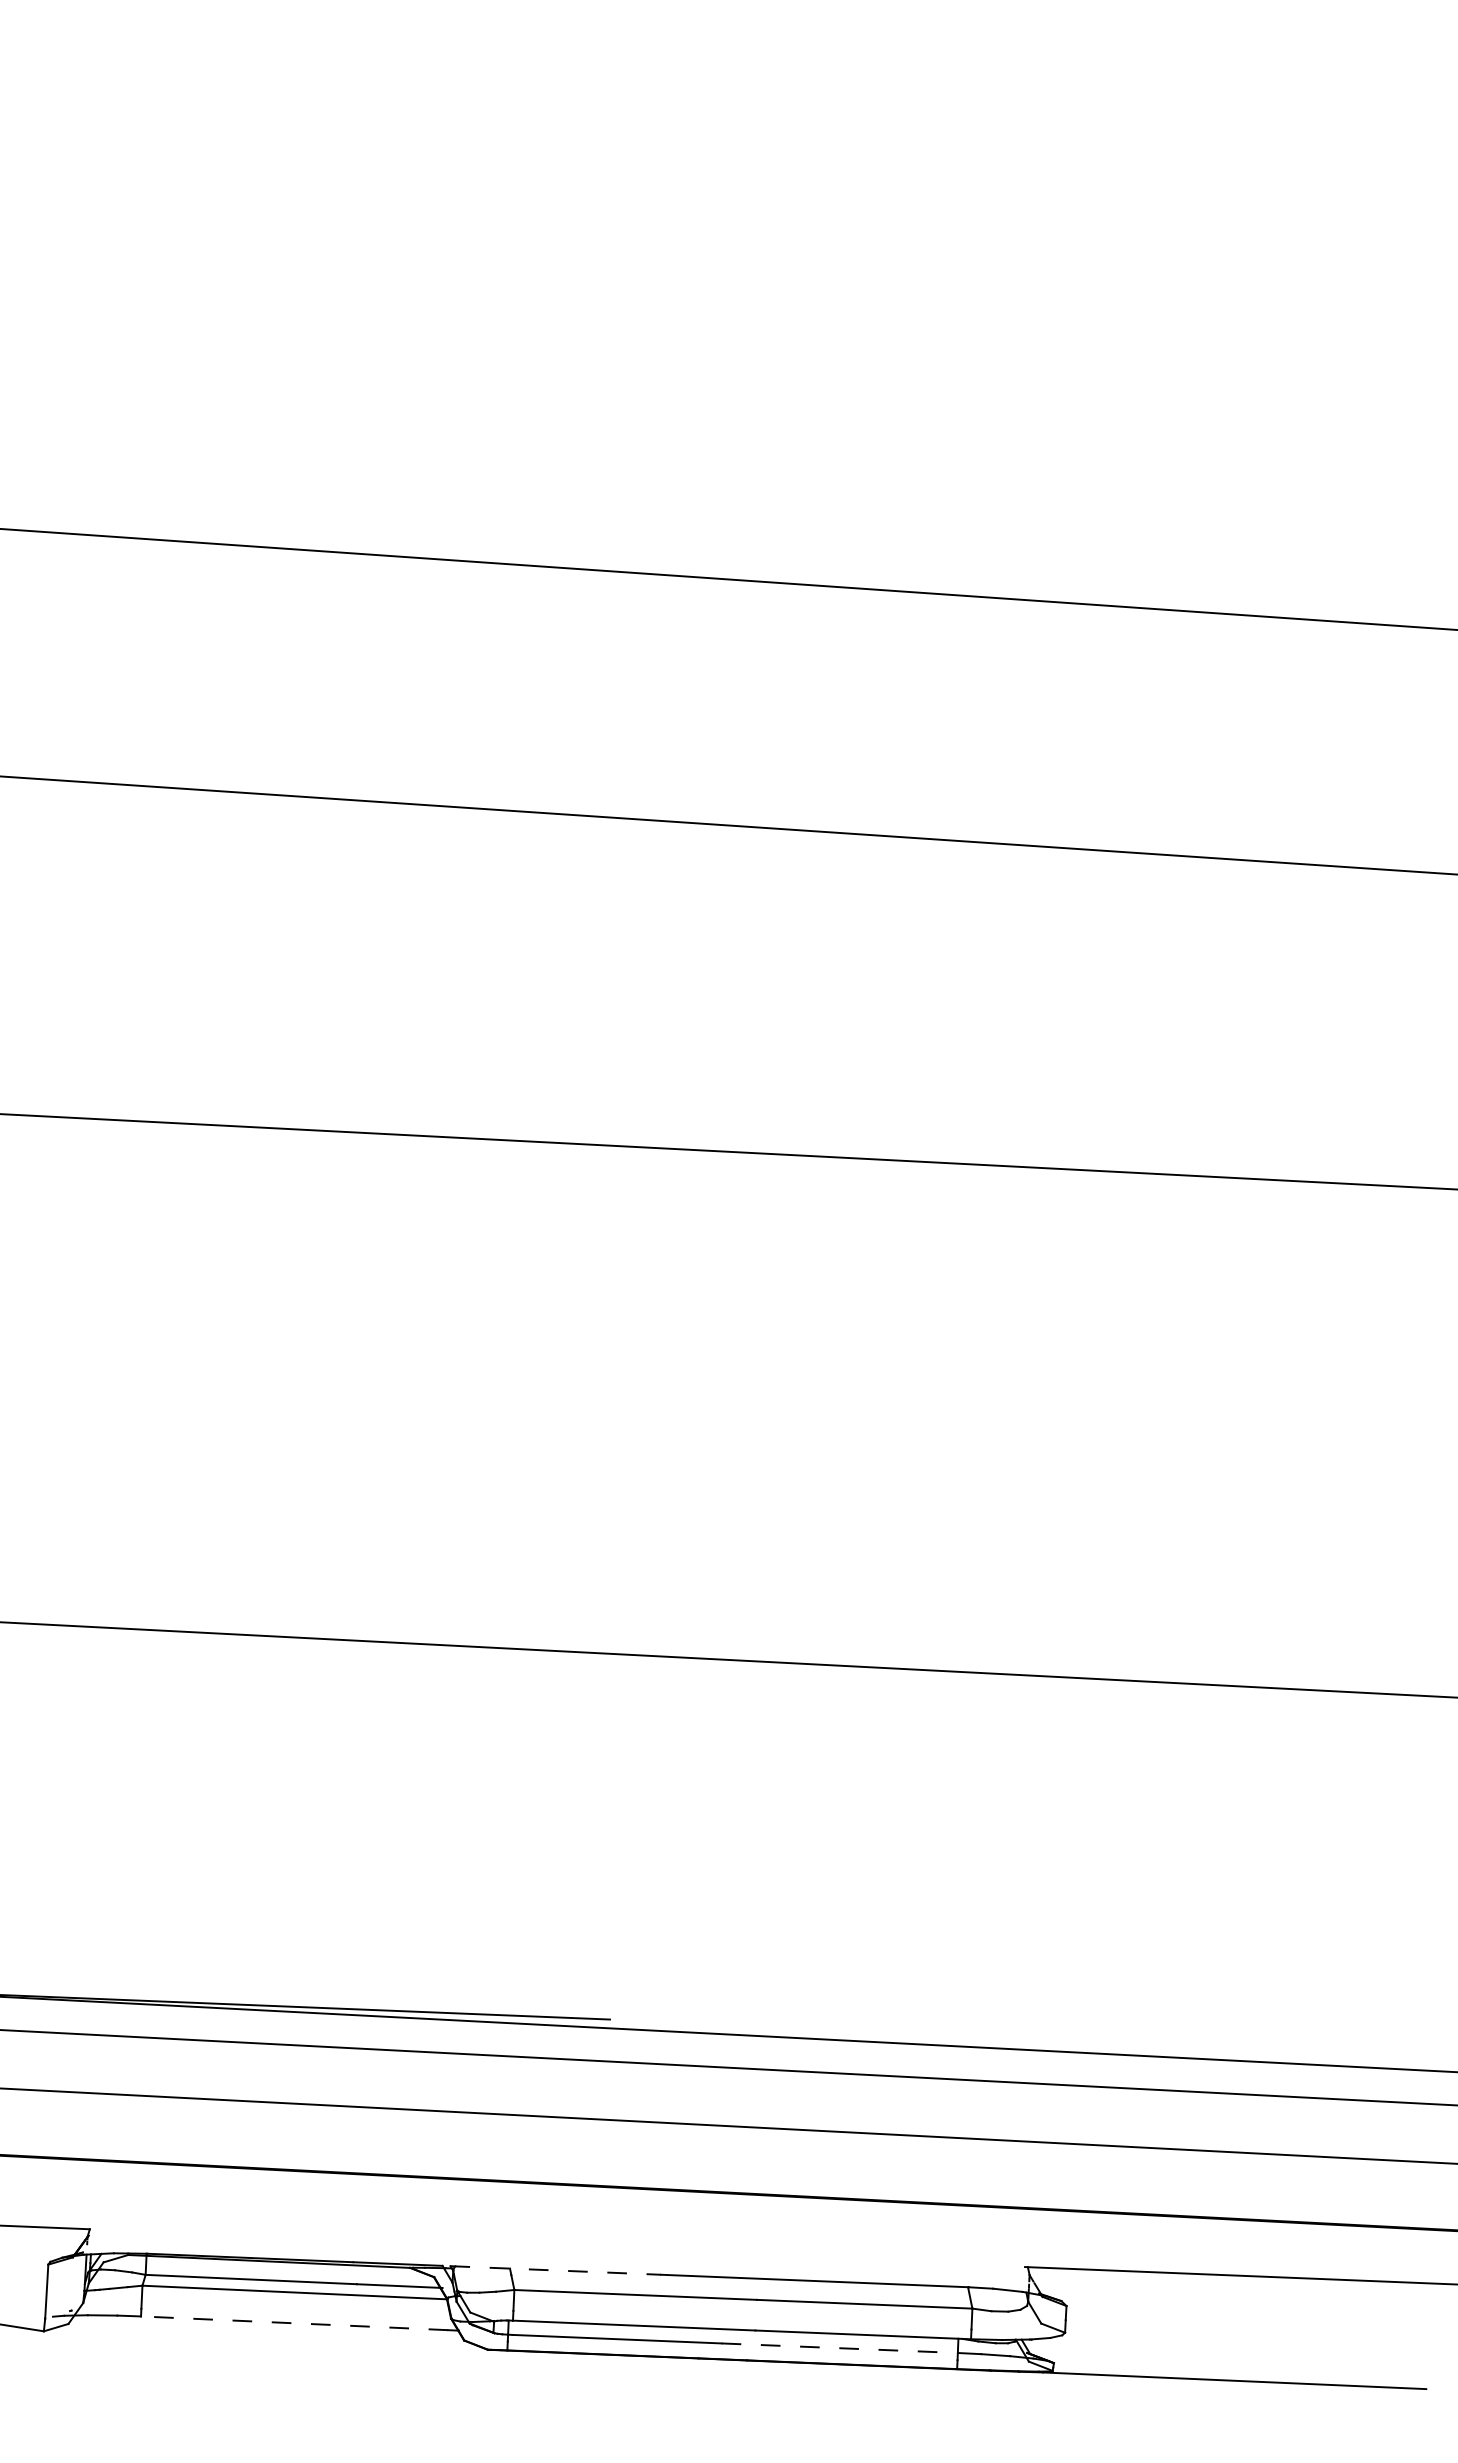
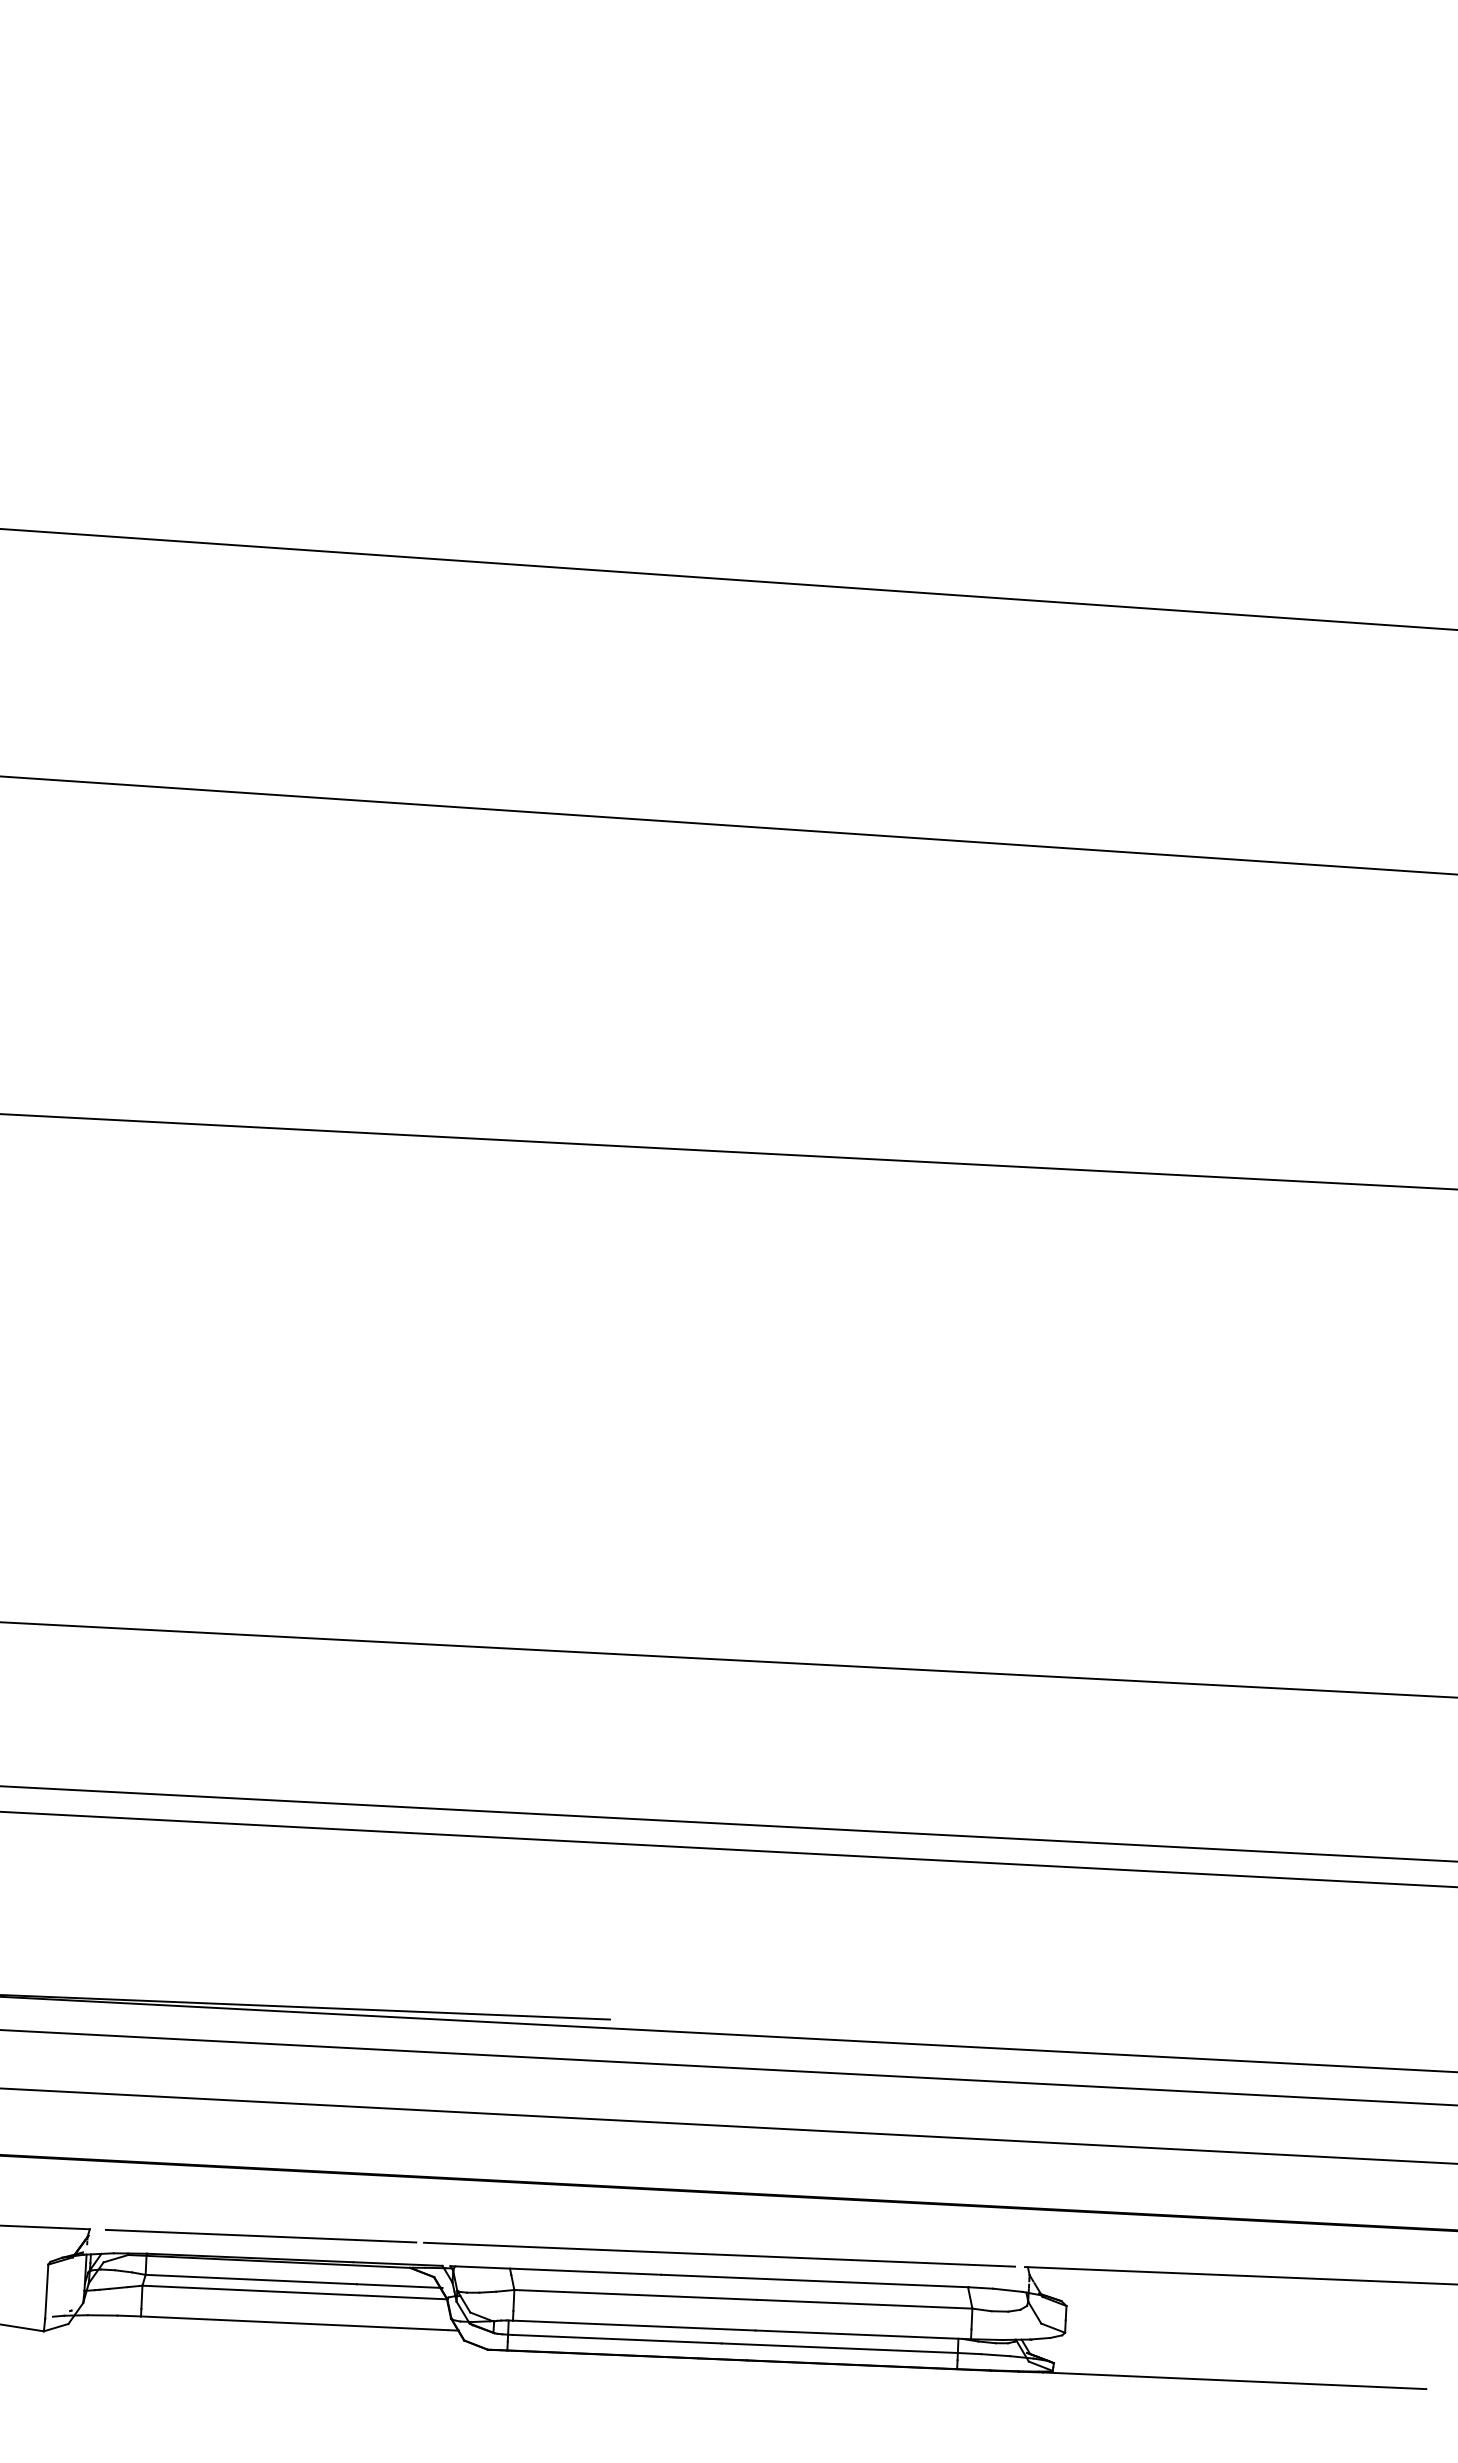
line at (728, 1823): none -> present
line at (728, 1849): none -> present
line at (260, 2235): none -> present
line at (719, 2254): none -> present
line at (556, 2270): dashed -> solid
line at (294, 2323): dashed -> solid
line at (840, 2348): dashed -> solid
